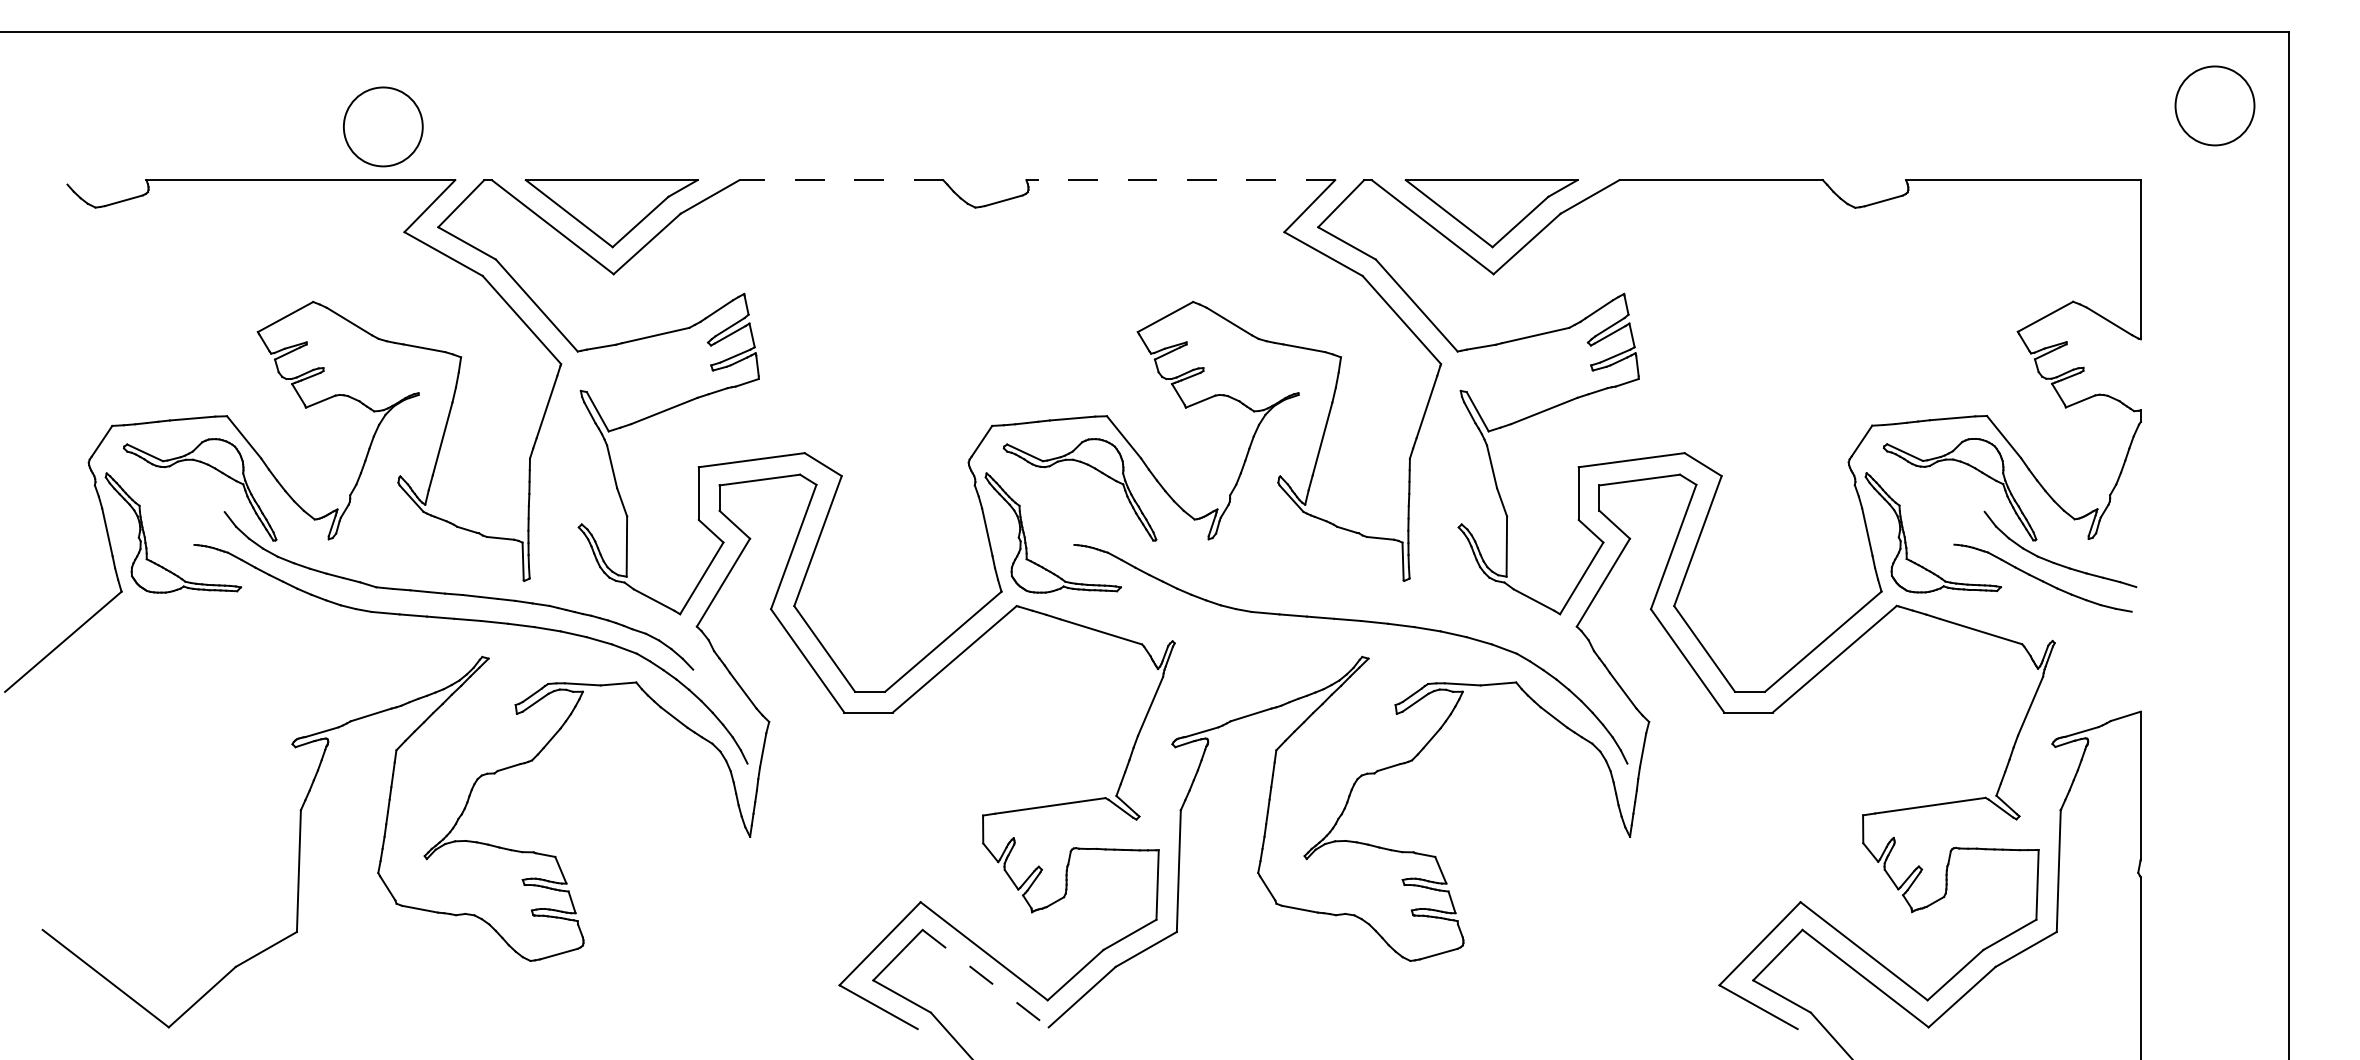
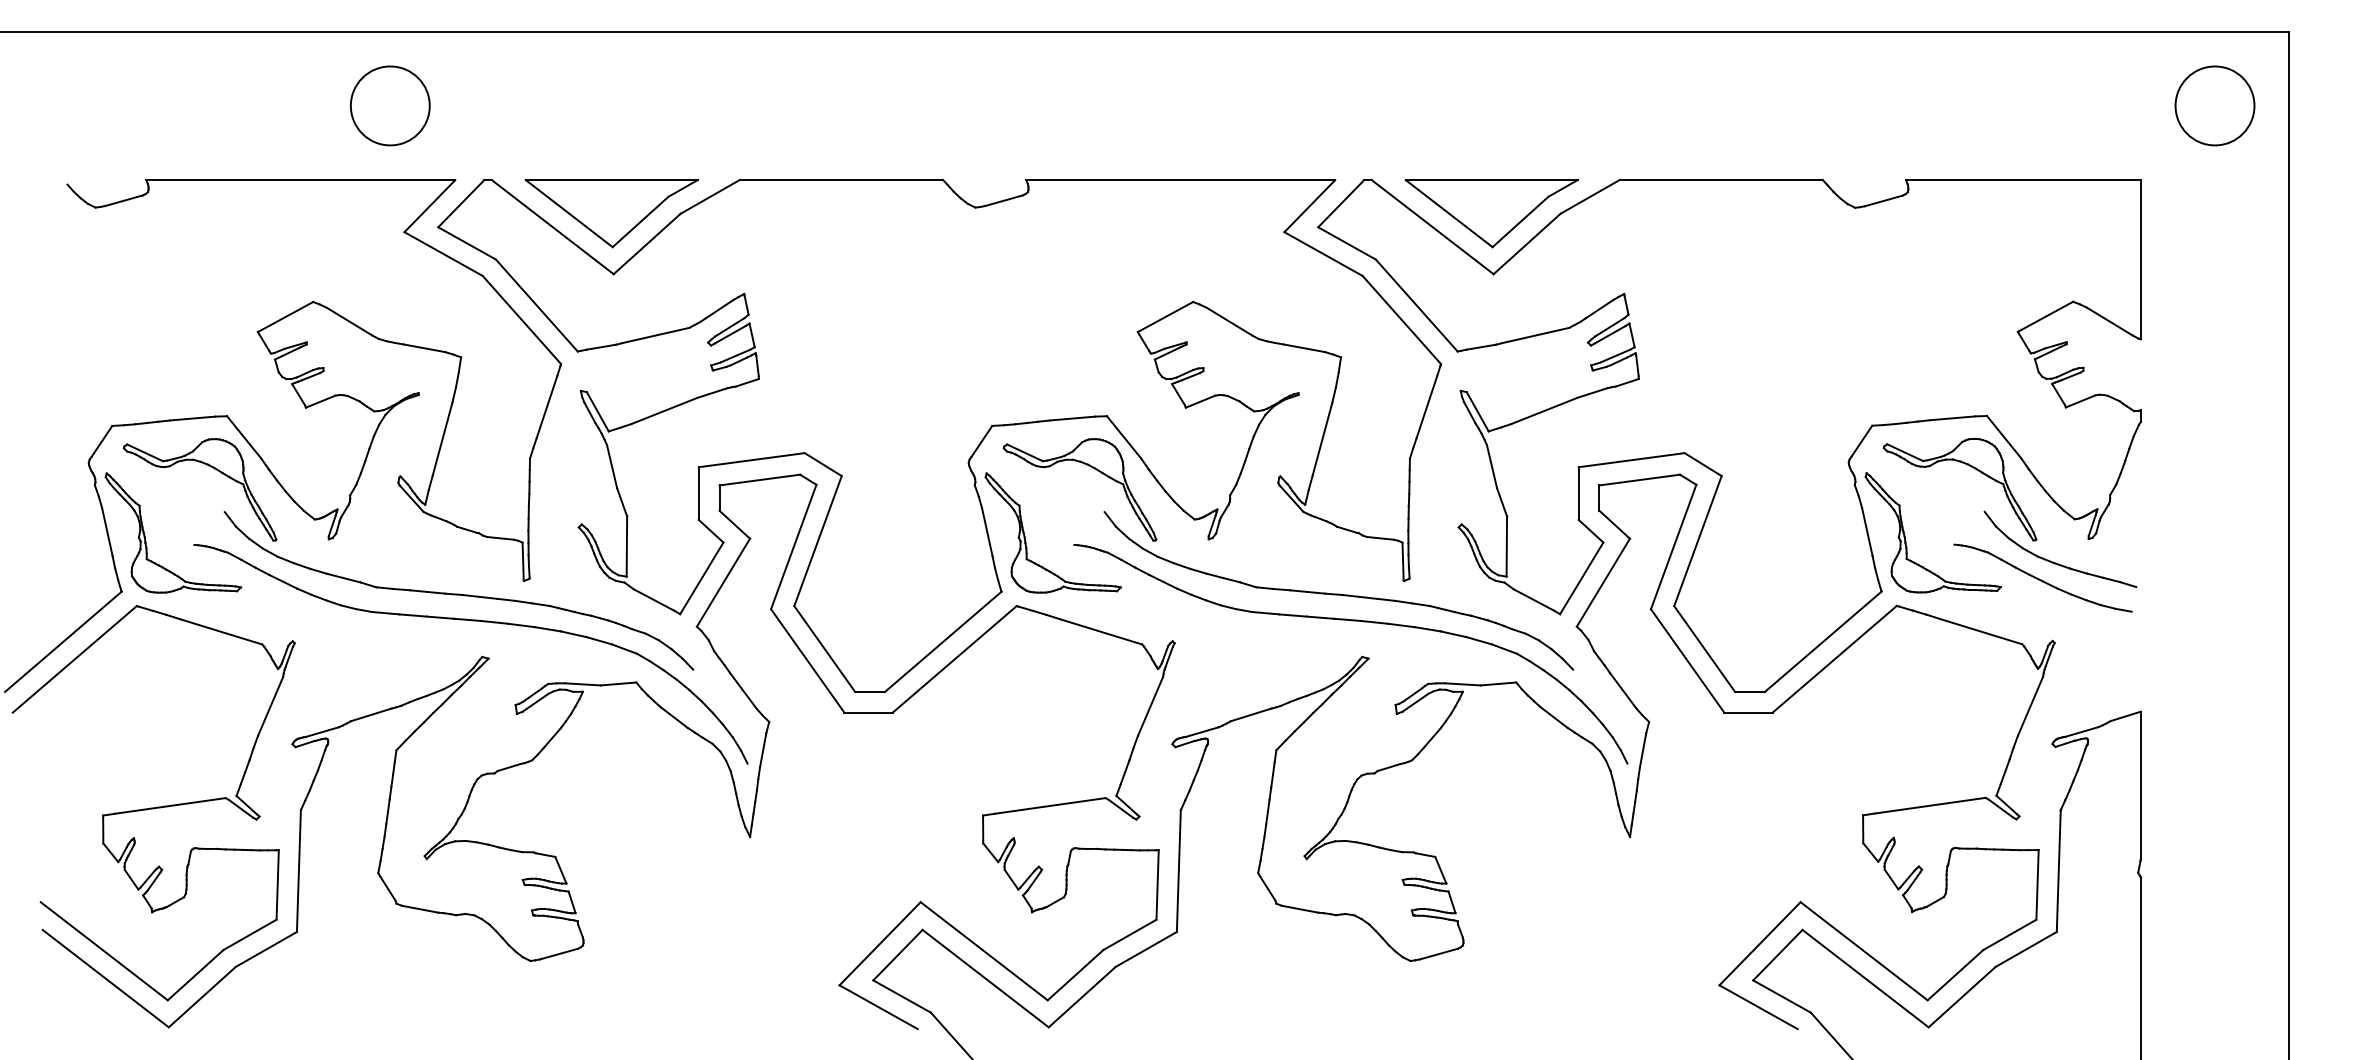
circle at (383, 126) position: (383, 126) -> (390, 105)
line at (841, 180): dashed -> solid
line at (1180, 180): dashed -> solid
part at (1338, 590): none -> present
part at (153, 803): none -> present
line at (985, 978): dashed -> solid
